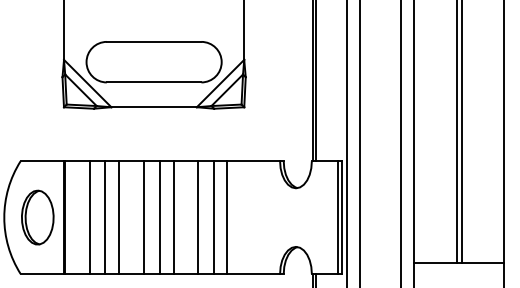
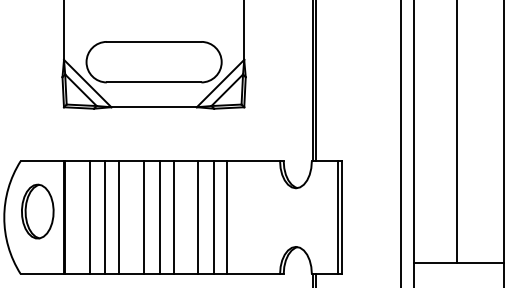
line at (461, 132): present -> none
line at (346, 143): present -> none
line at (360, 143): present -> none
part at (37, 217) position: (37, 217) -> (37, 211)
